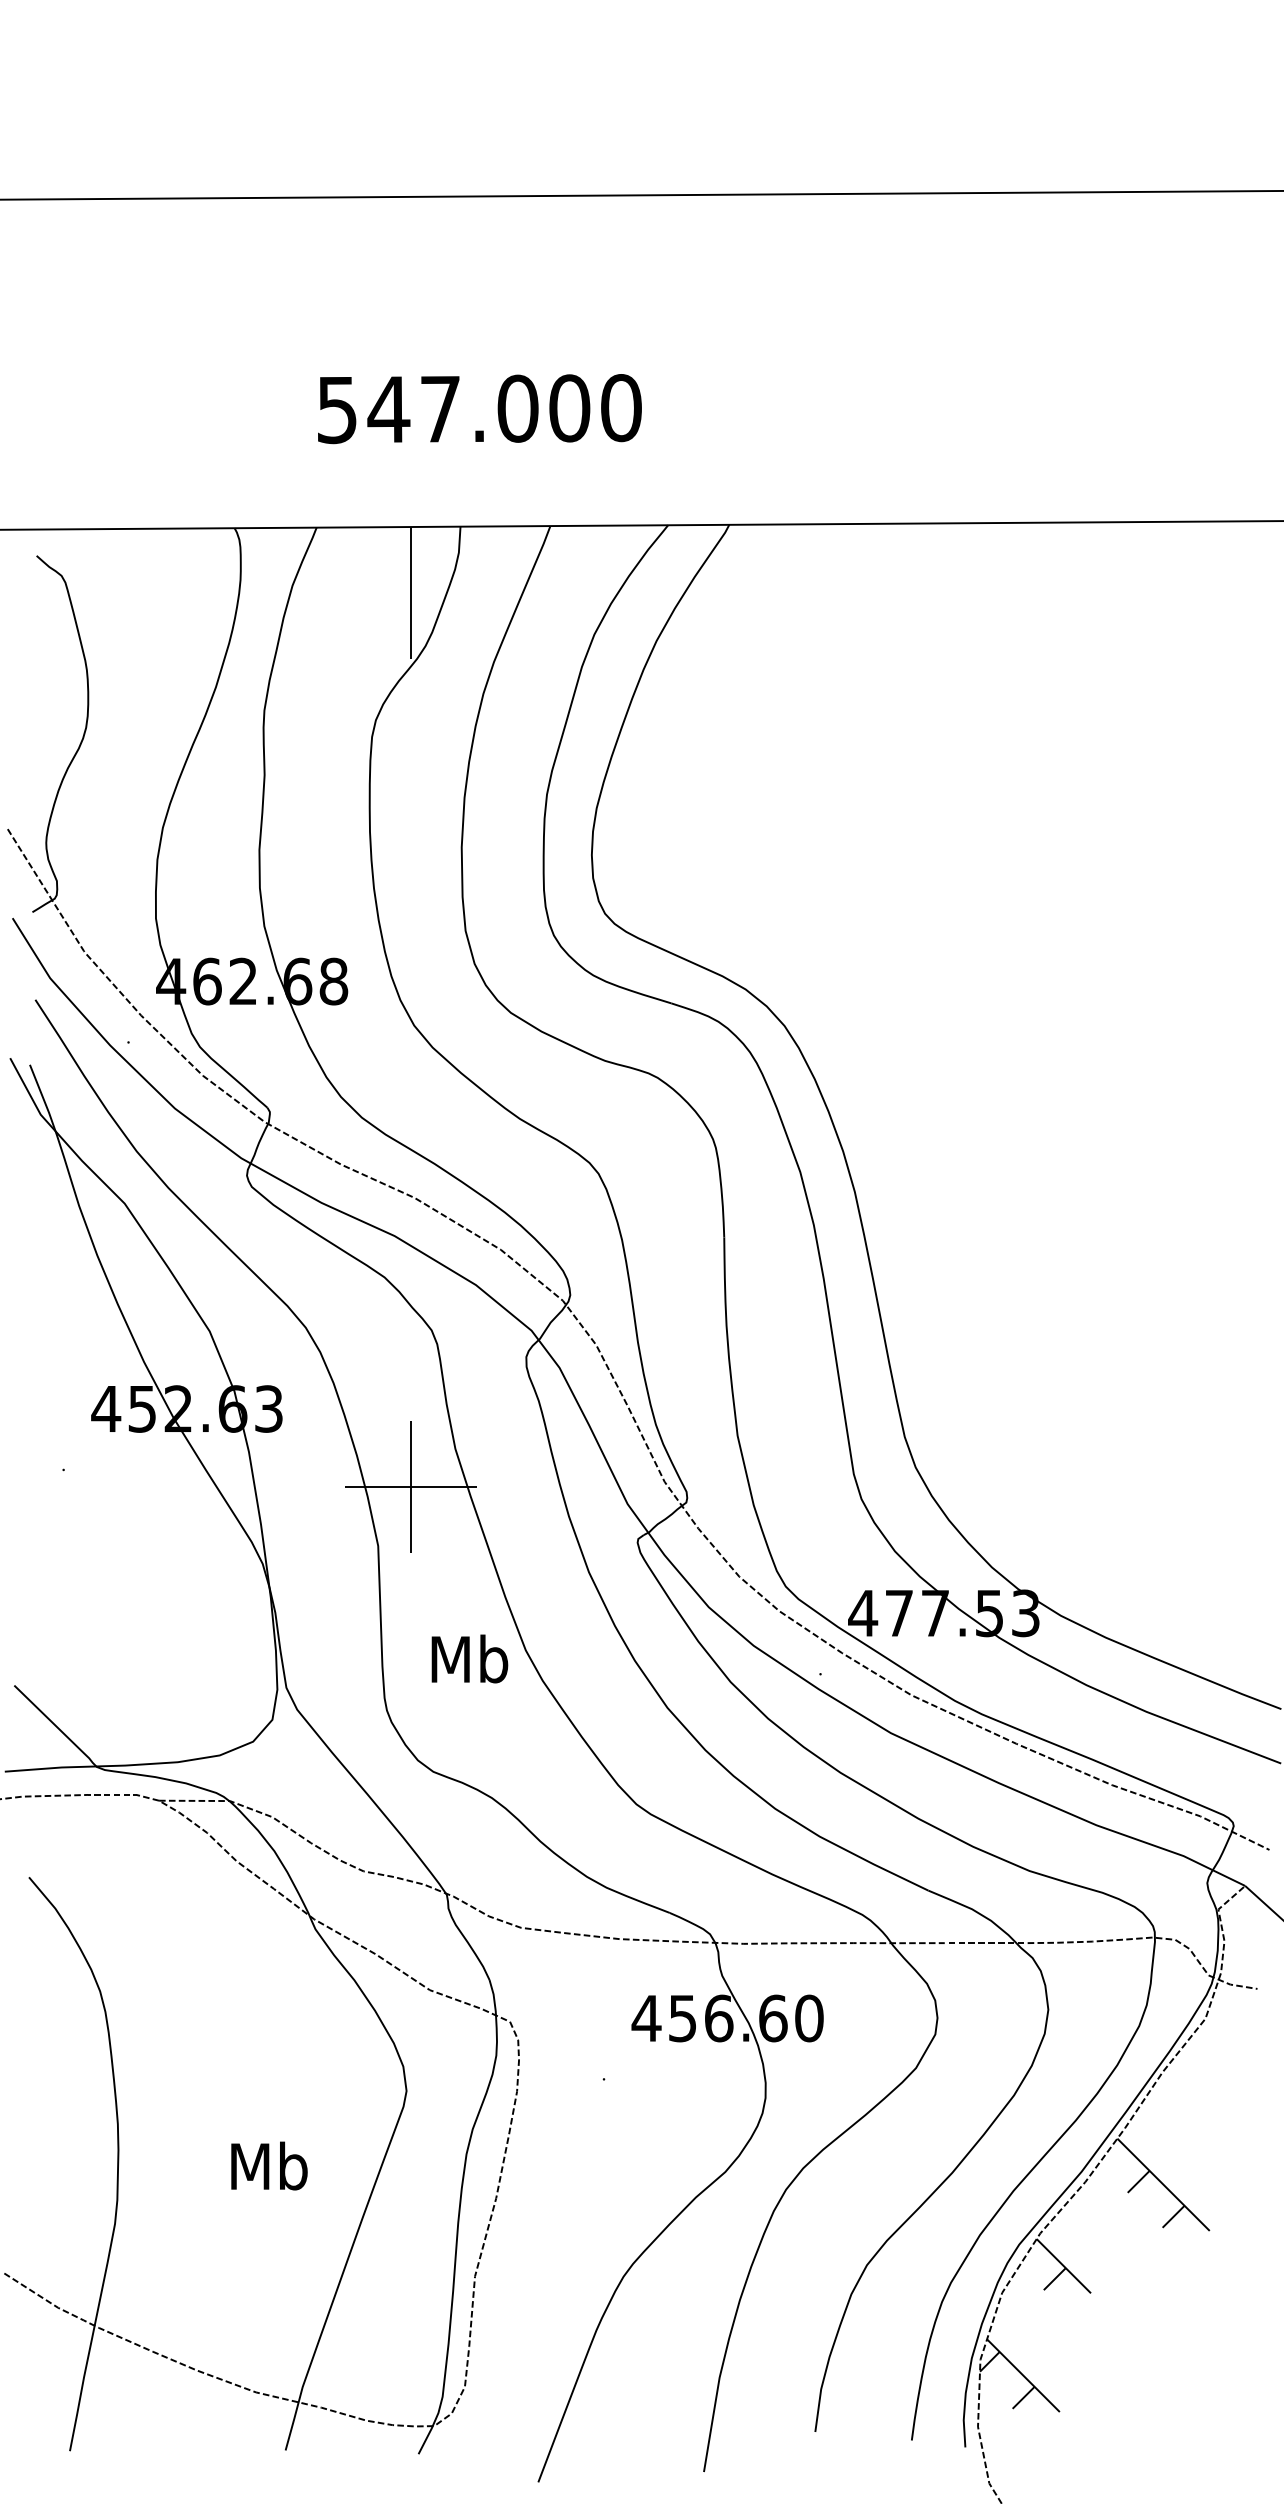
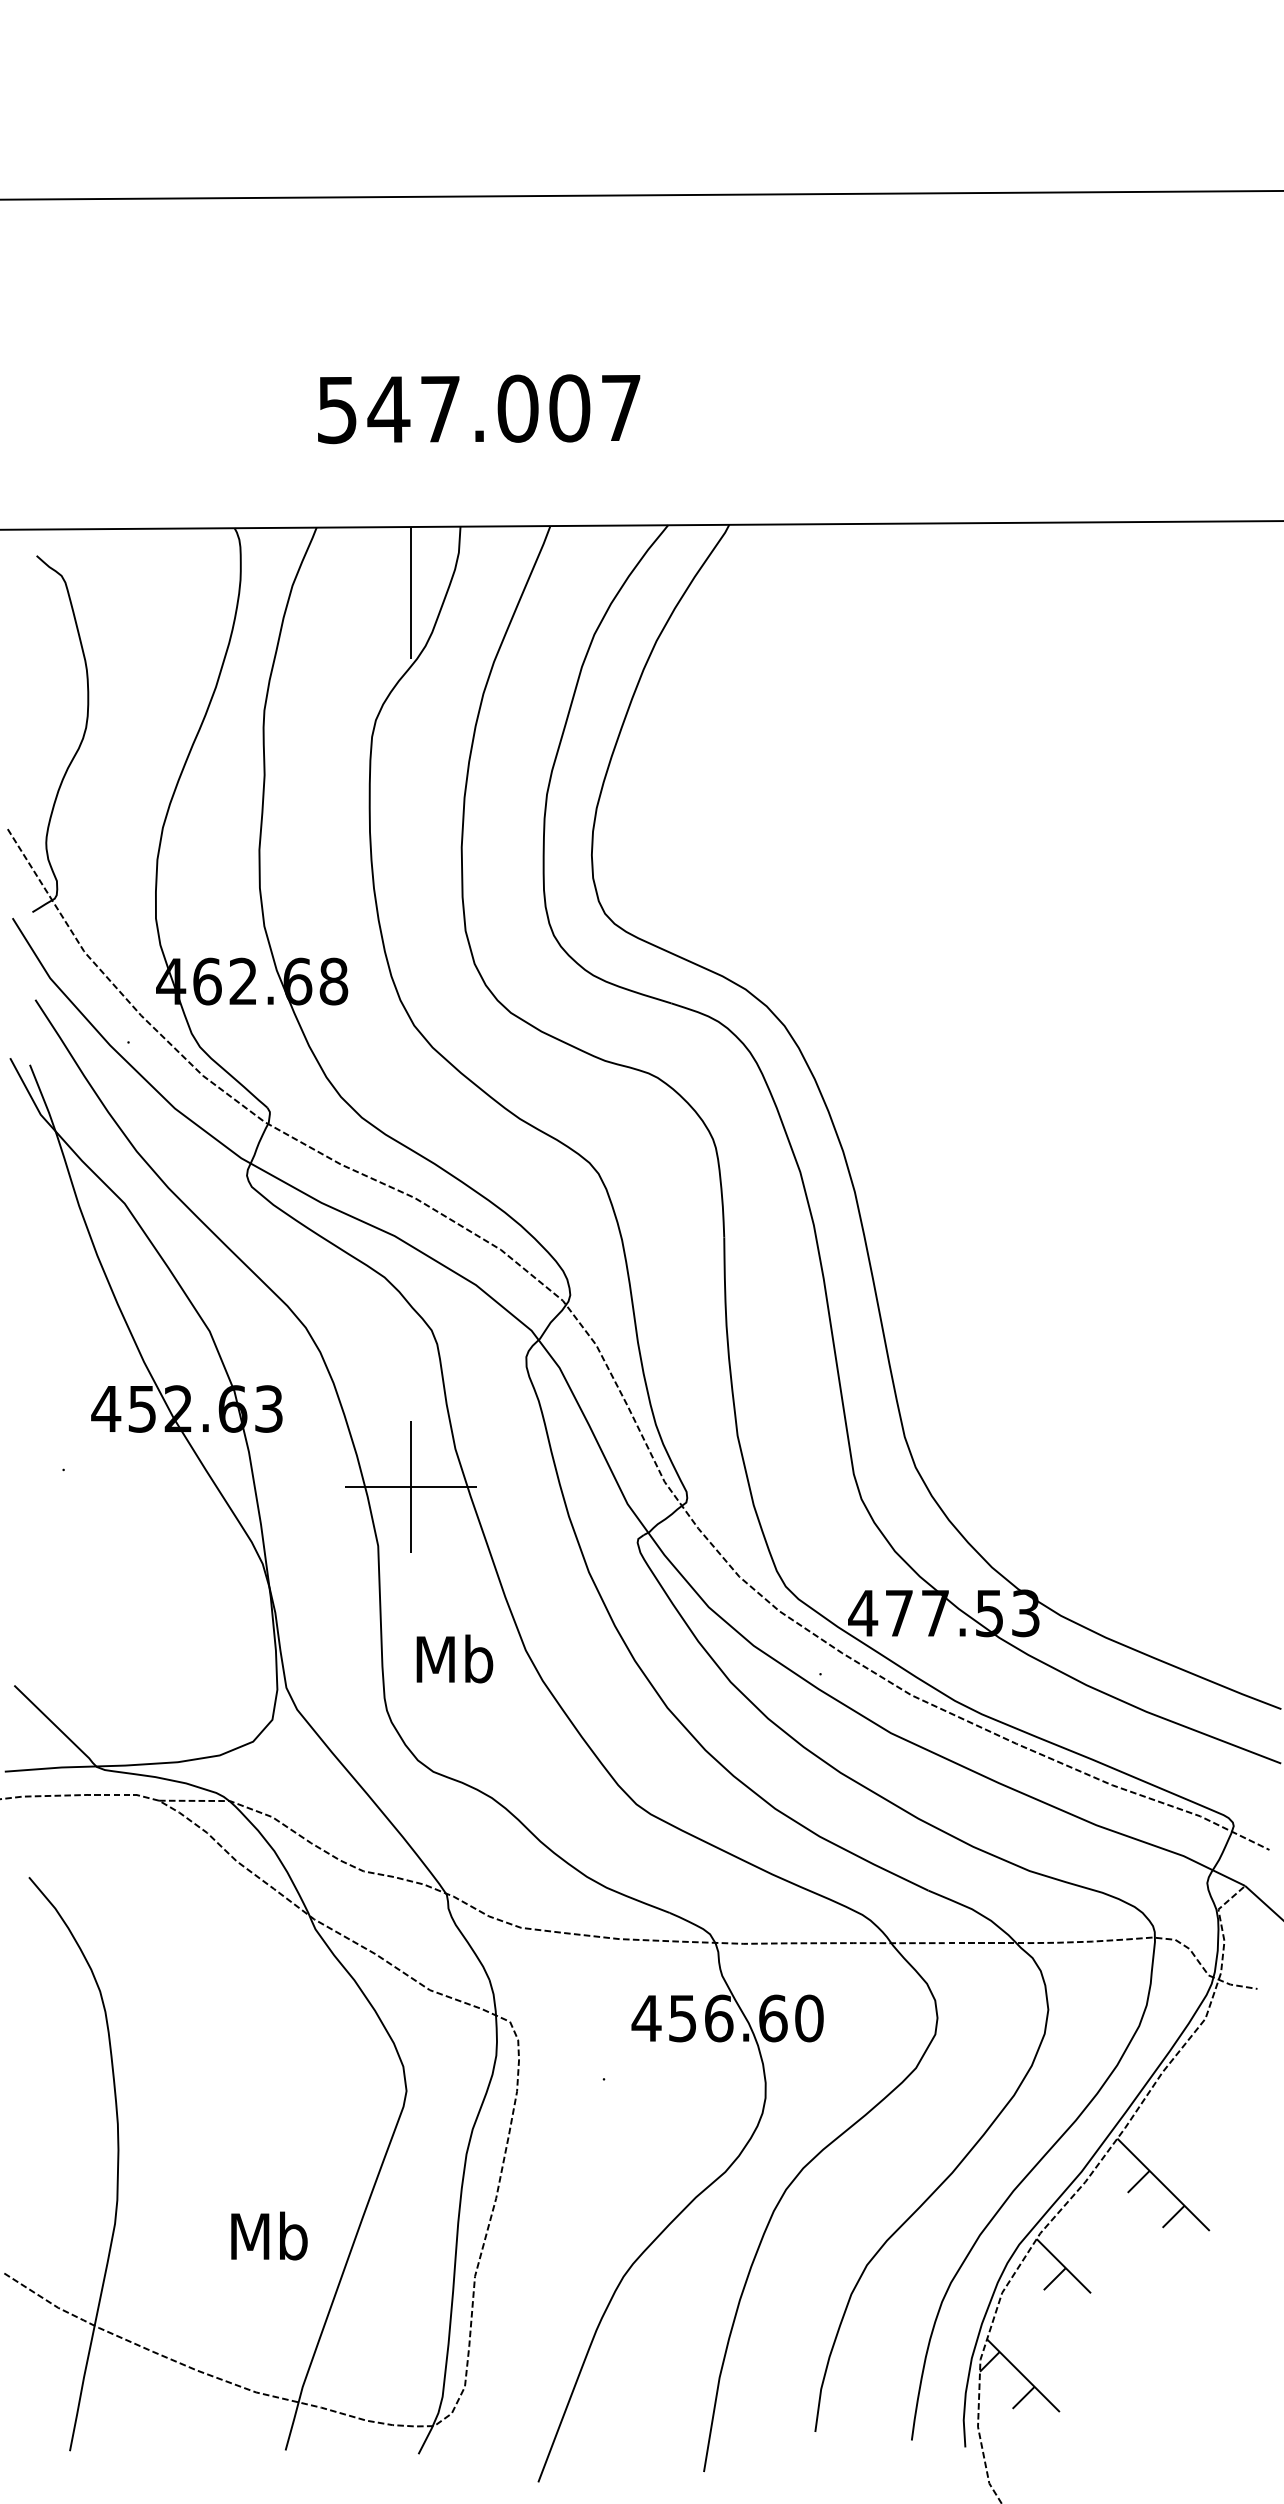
text at (621, 408): 547.000 -> 547.007
text at (469, 1658) position: (469, 1658) -> (454, 1658)
text at (269, 2165) position: (269, 2165) -> (269, 2235)
